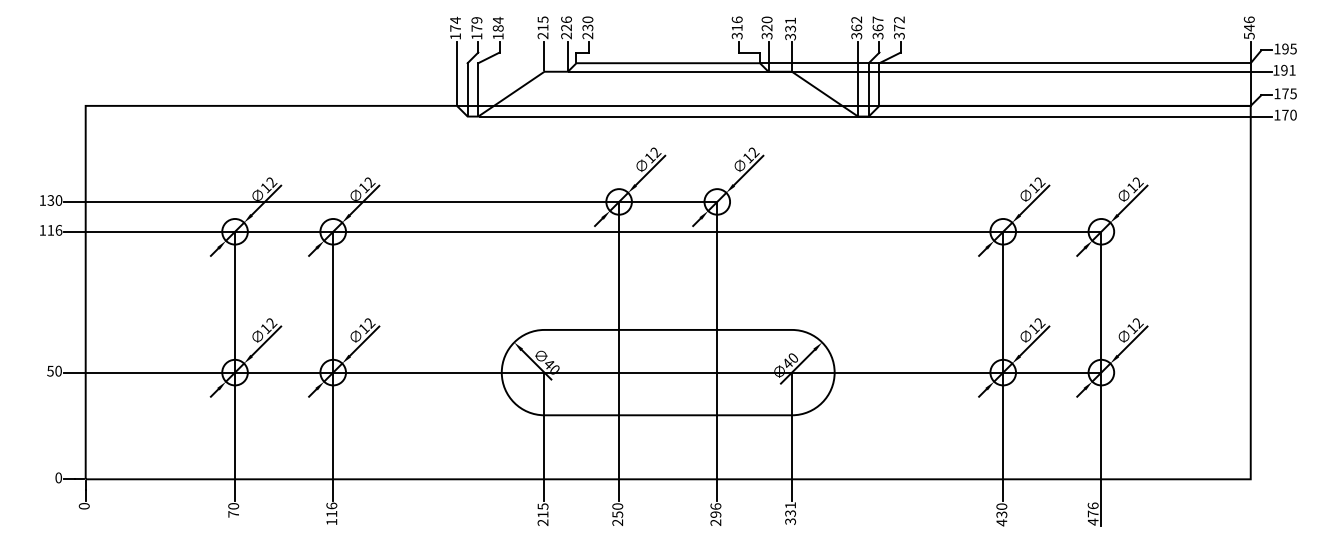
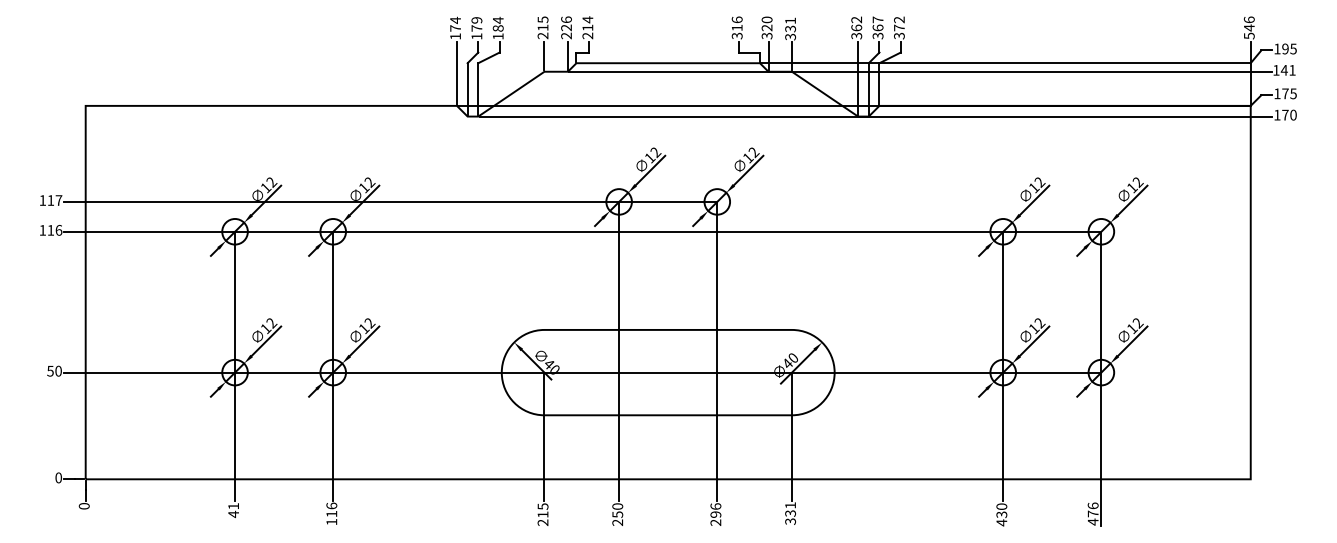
text at (587, 23): 230 -> 214
text at (1283, 69): 191 -> 141
text at (54, 200): 130 -> 117
text at (233, 510): 70 -> 41
